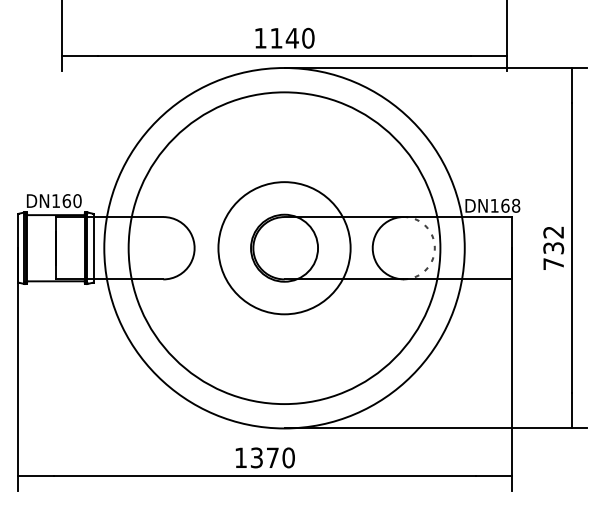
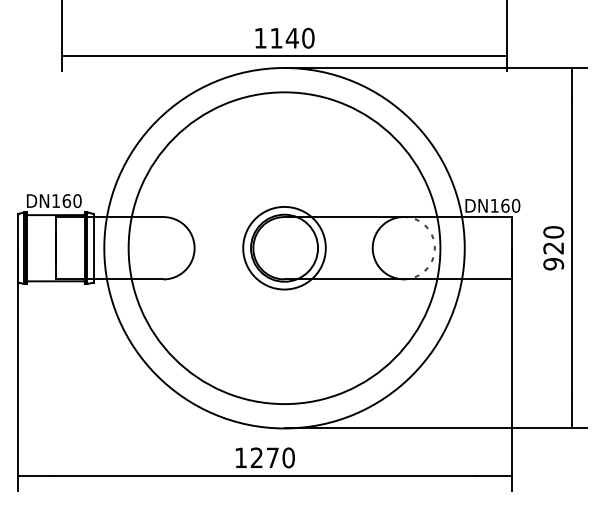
text at (516, 205): DN168 -> DN160
circle at (284, 248) diameter: 132 px -> 83 px
text at (553, 248): 732 -> 920
text at (256, 457): 1370 -> 1270
